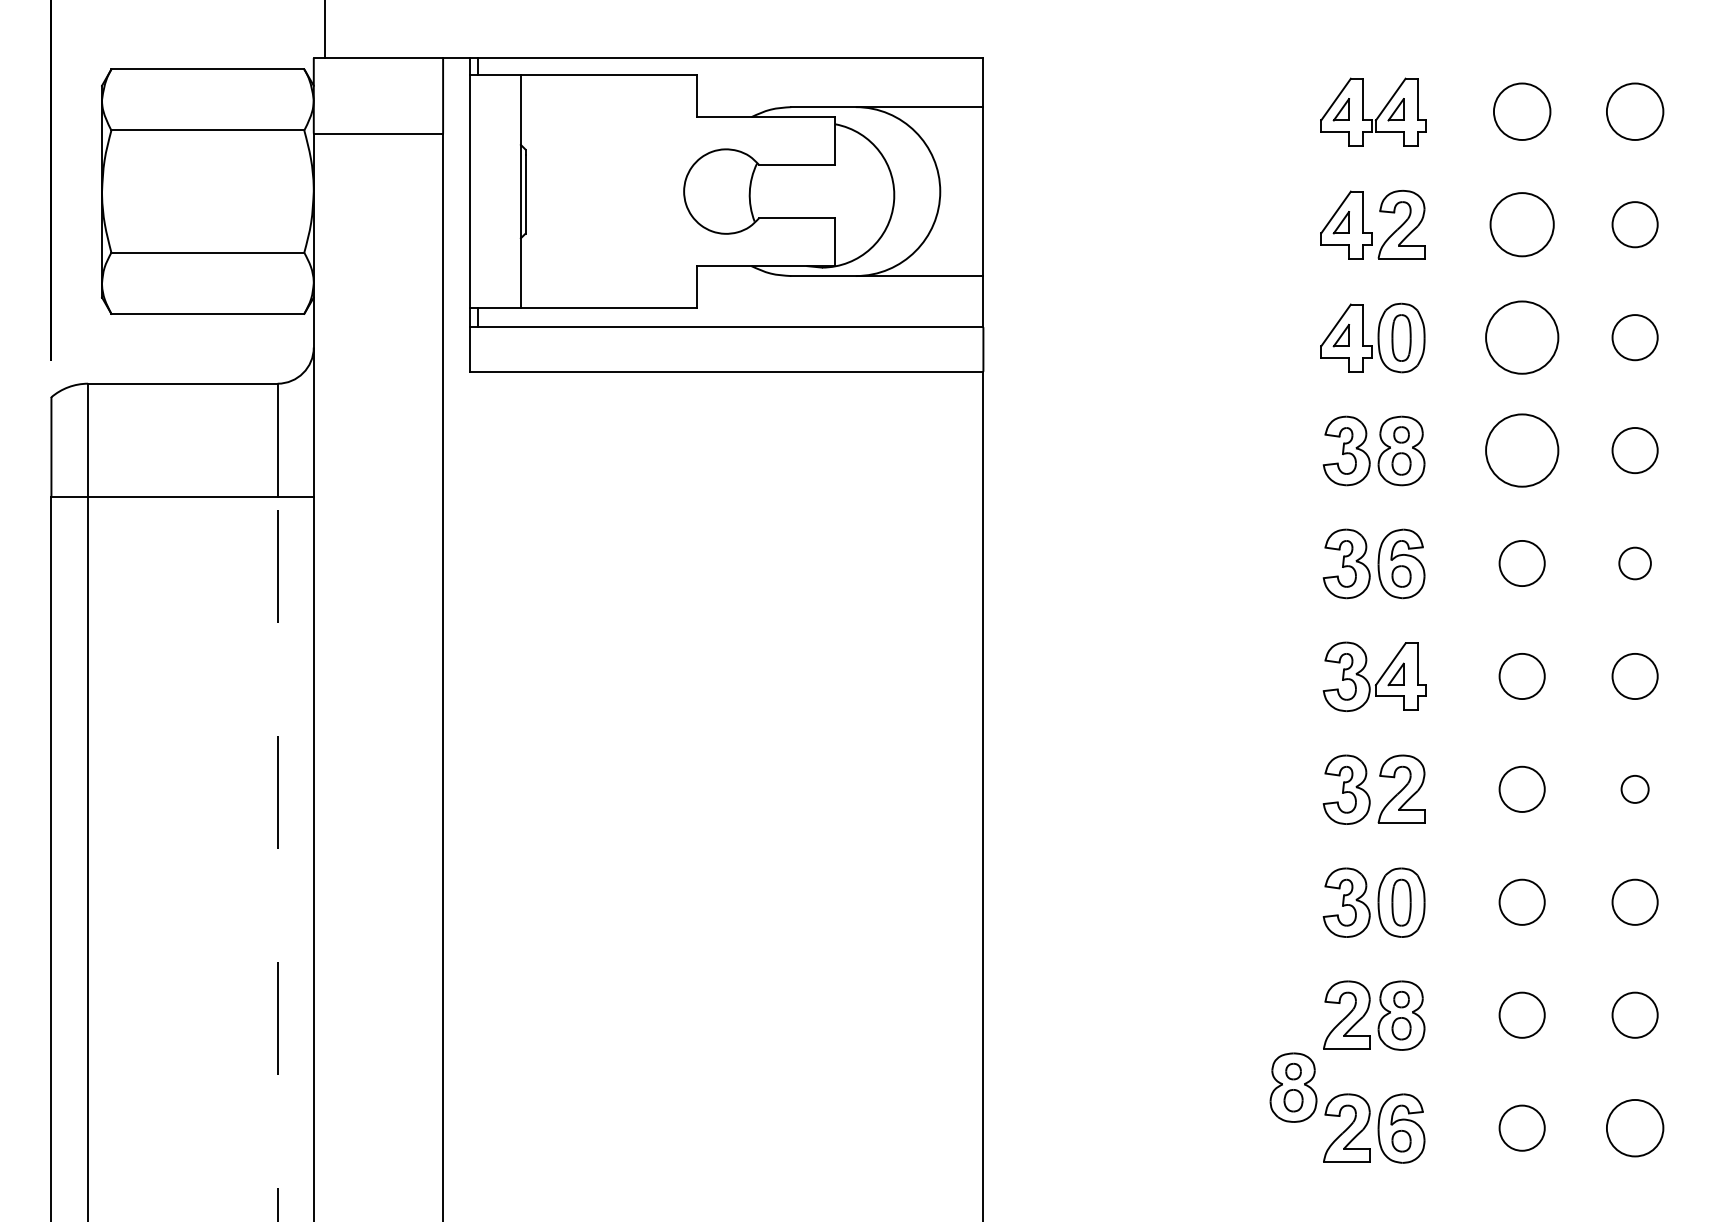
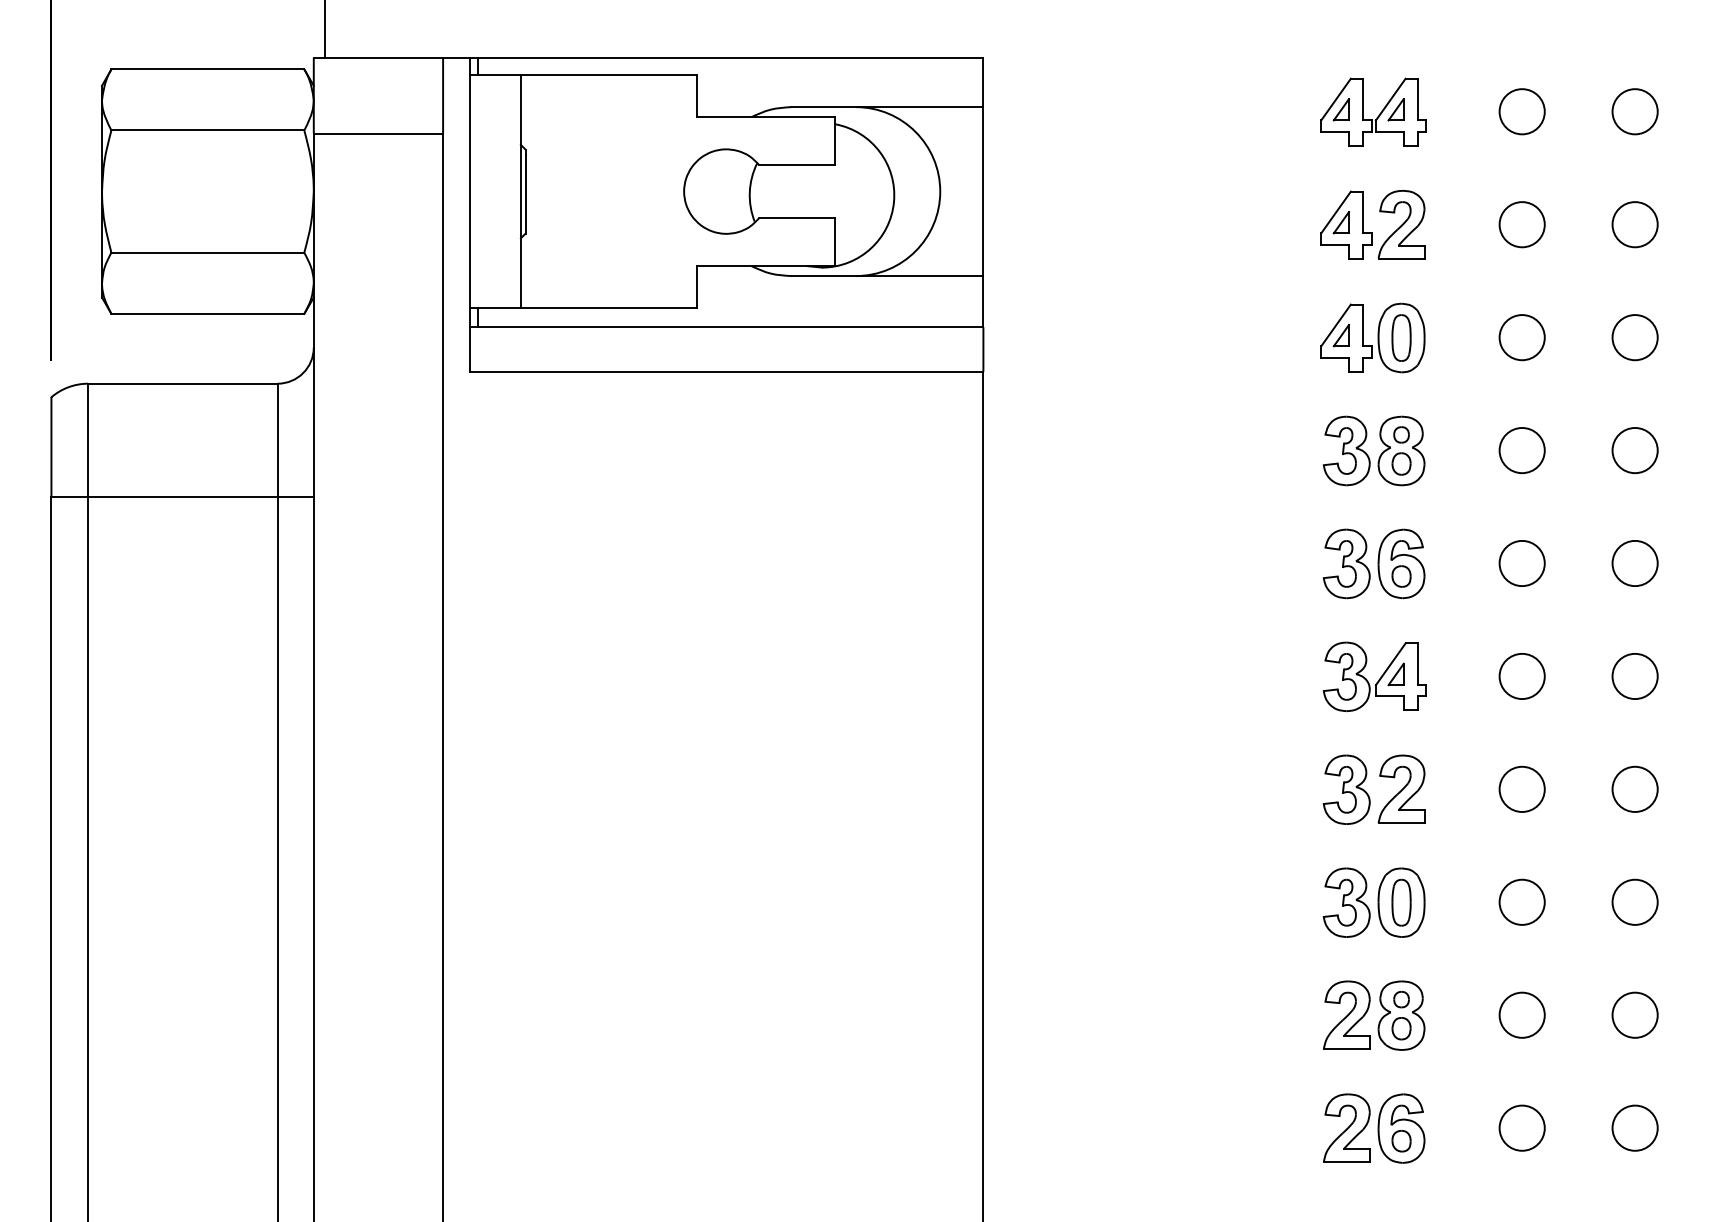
circle at (1521, 111) diameter: 56 px -> 45 px
circle at (1634, 111) diameter: 56 px -> 45 px
circle at (1521, 224) diameter: 63 px -> 45 px
circle at (1522, 337) diameter: 72 px -> 45 px
circle at (1522, 450) diameter: 72 px -> 45 px
circle at (1634, 563) diameter: 32 px -> 45 px
circle at (1634, 788) diameter: 27 px -> 45 px
line at (277, 858): dashed -> solid
part at (1293, 1087): present -> none
circle at (1634, 1127) diameter: 56 px -> 45 px
